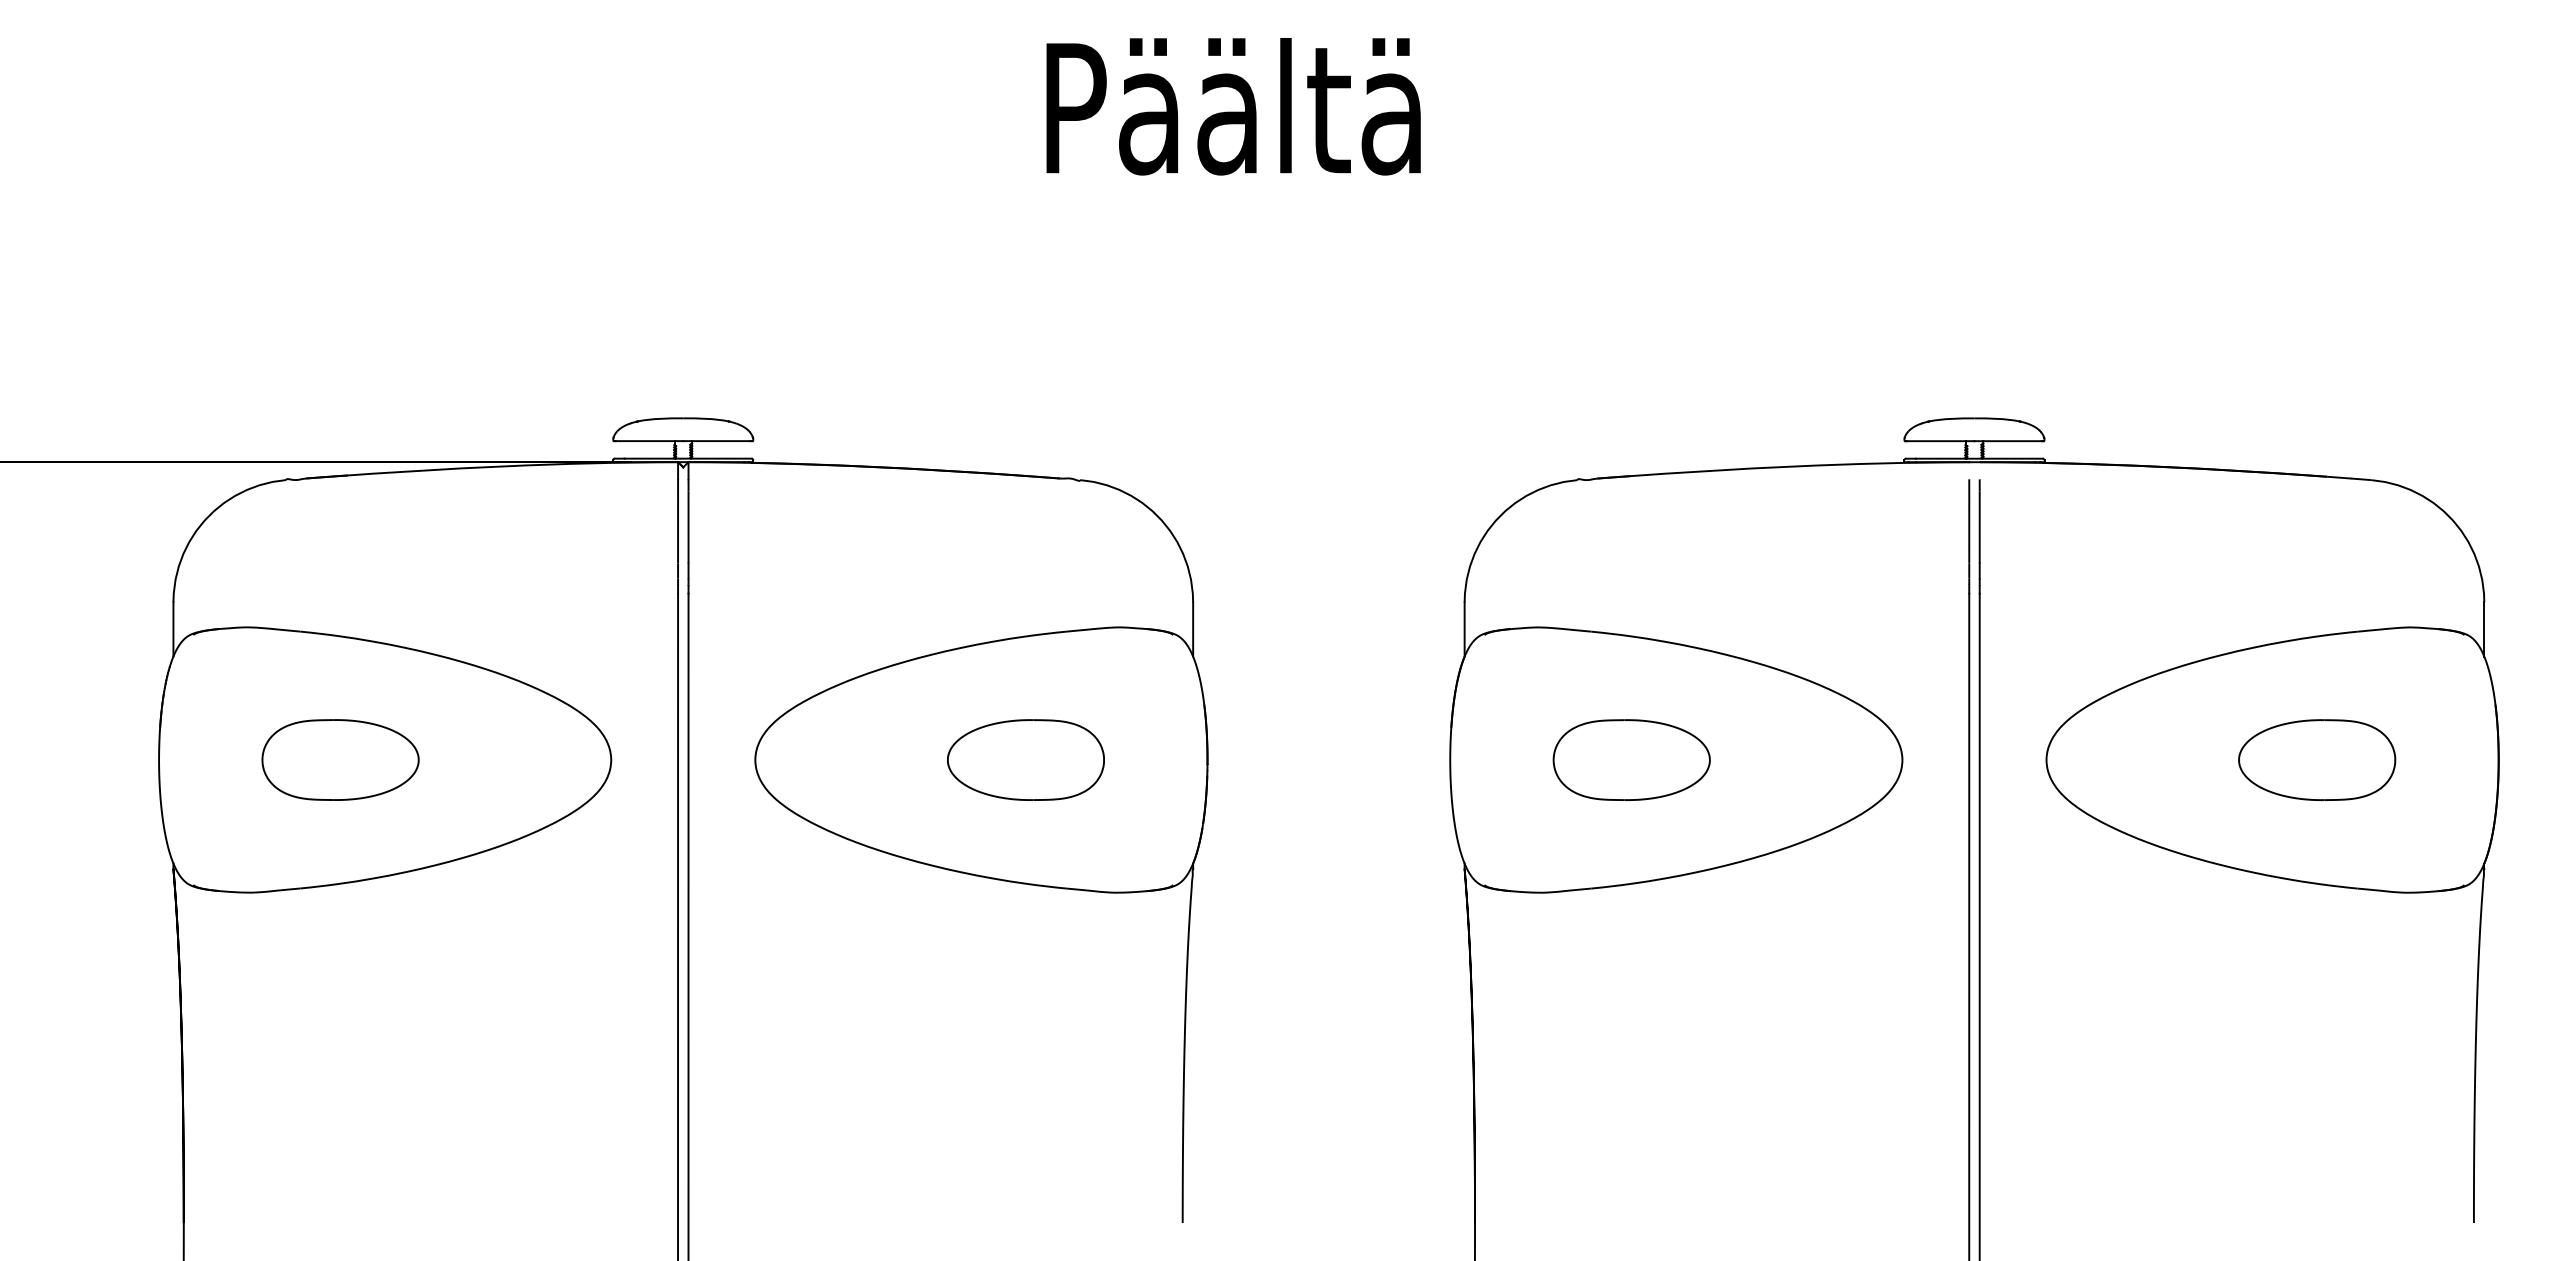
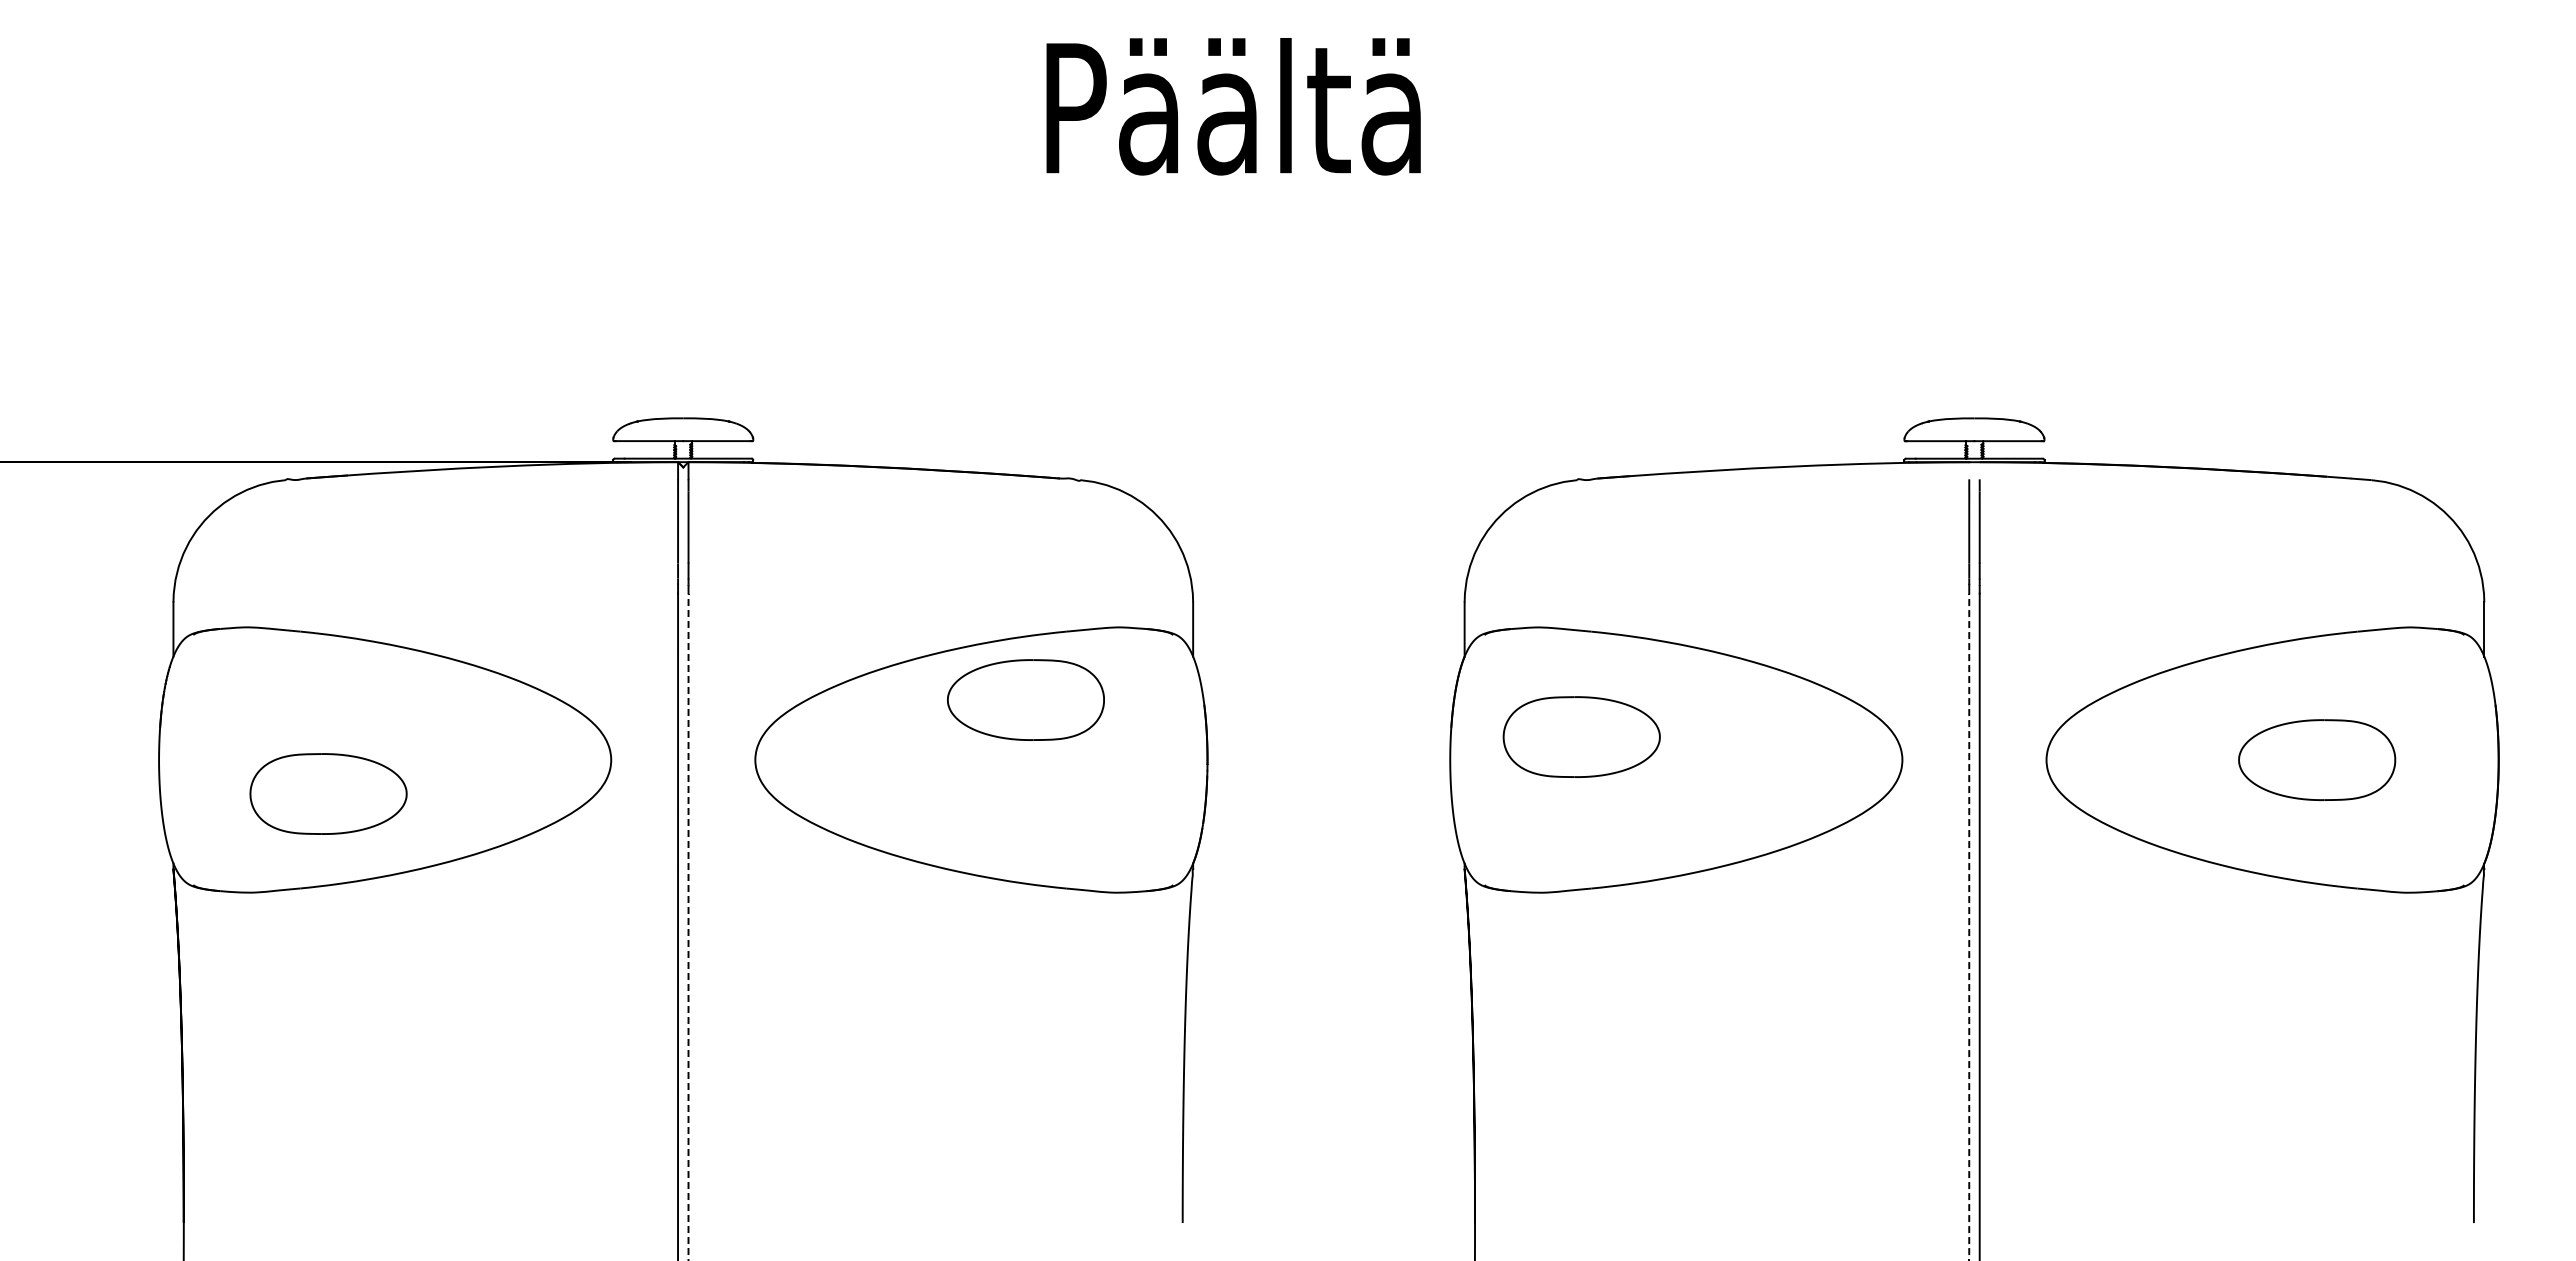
part at (340, 759) position: (340, 759) -> (328, 793)
part at (1025, 759) position: (1025, 759) -> (1025, 699)
part at (1631, 759) position: (1631, 759) -> (1581, 736)
line at (688, 926): solid -> dashed
line at (1969, 926): solid -> dashed
